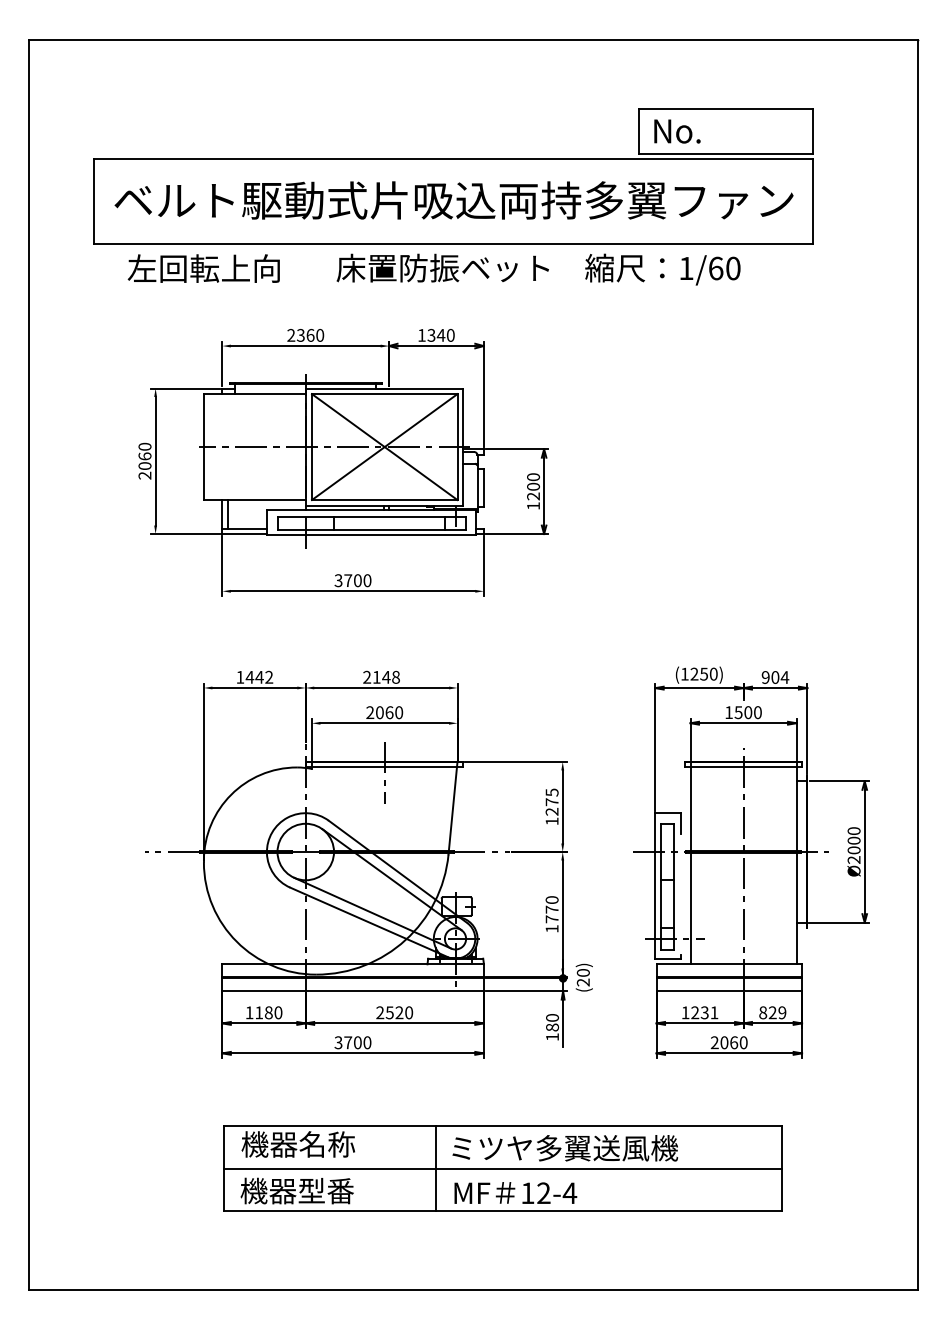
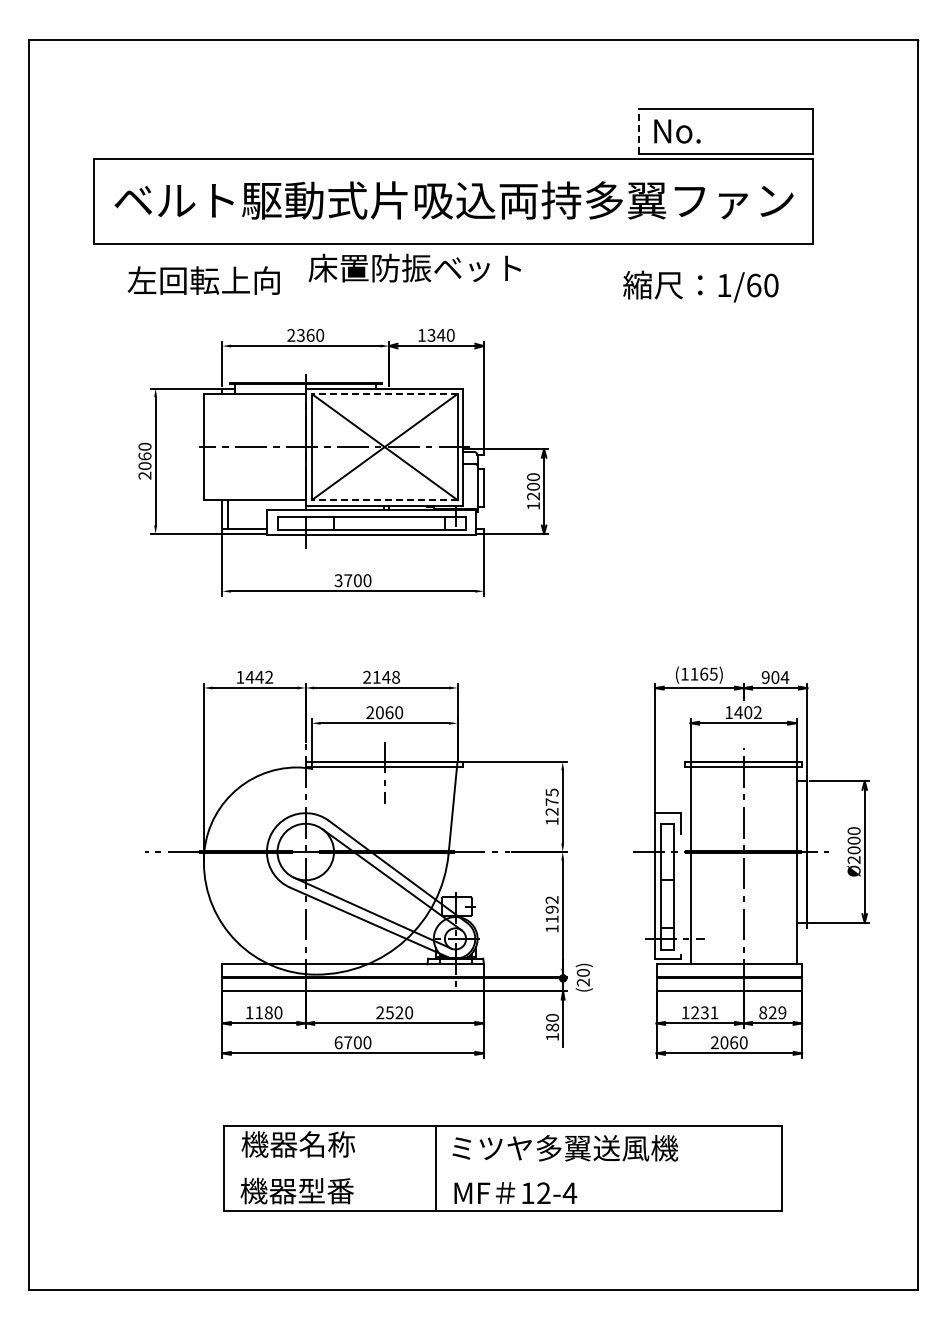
line at (639, 130): solid -> dashed
text at (442, 267) position: (442, 267) -> (414, 267)
text at (203, 268) position: (203, 268) -> (203, 280)
text at (662, 269) position: (662, 269) -> (700, 286)
line at (384, 394): solid -> dashed
line at (384, 500): solid -> dashed
text at (703, 673): (1250) -> (1165)
text at (747, 712): 1500 -> 1402
text at (551, 909): 1770 -> 1192
text at (338, 1042): 3700 -> 6700
line at (502, 1168): present -> none
